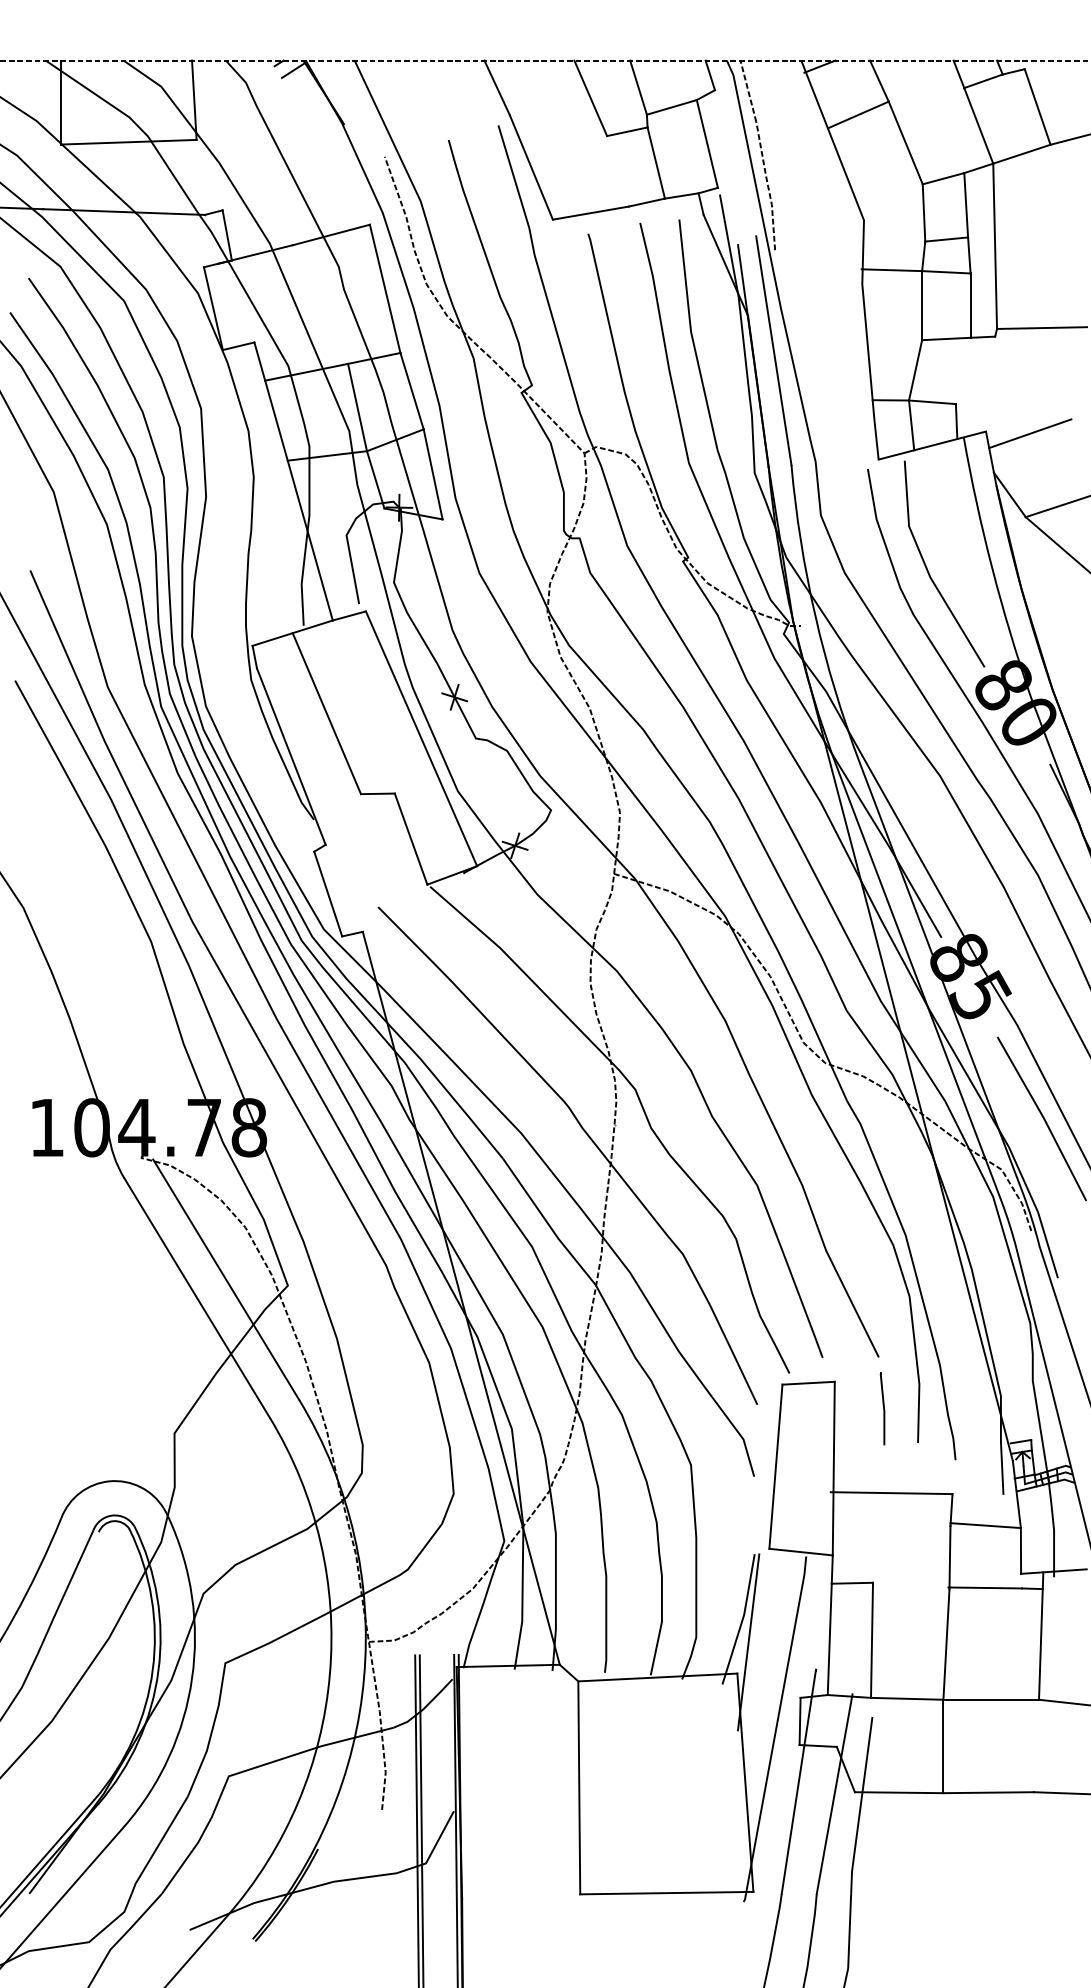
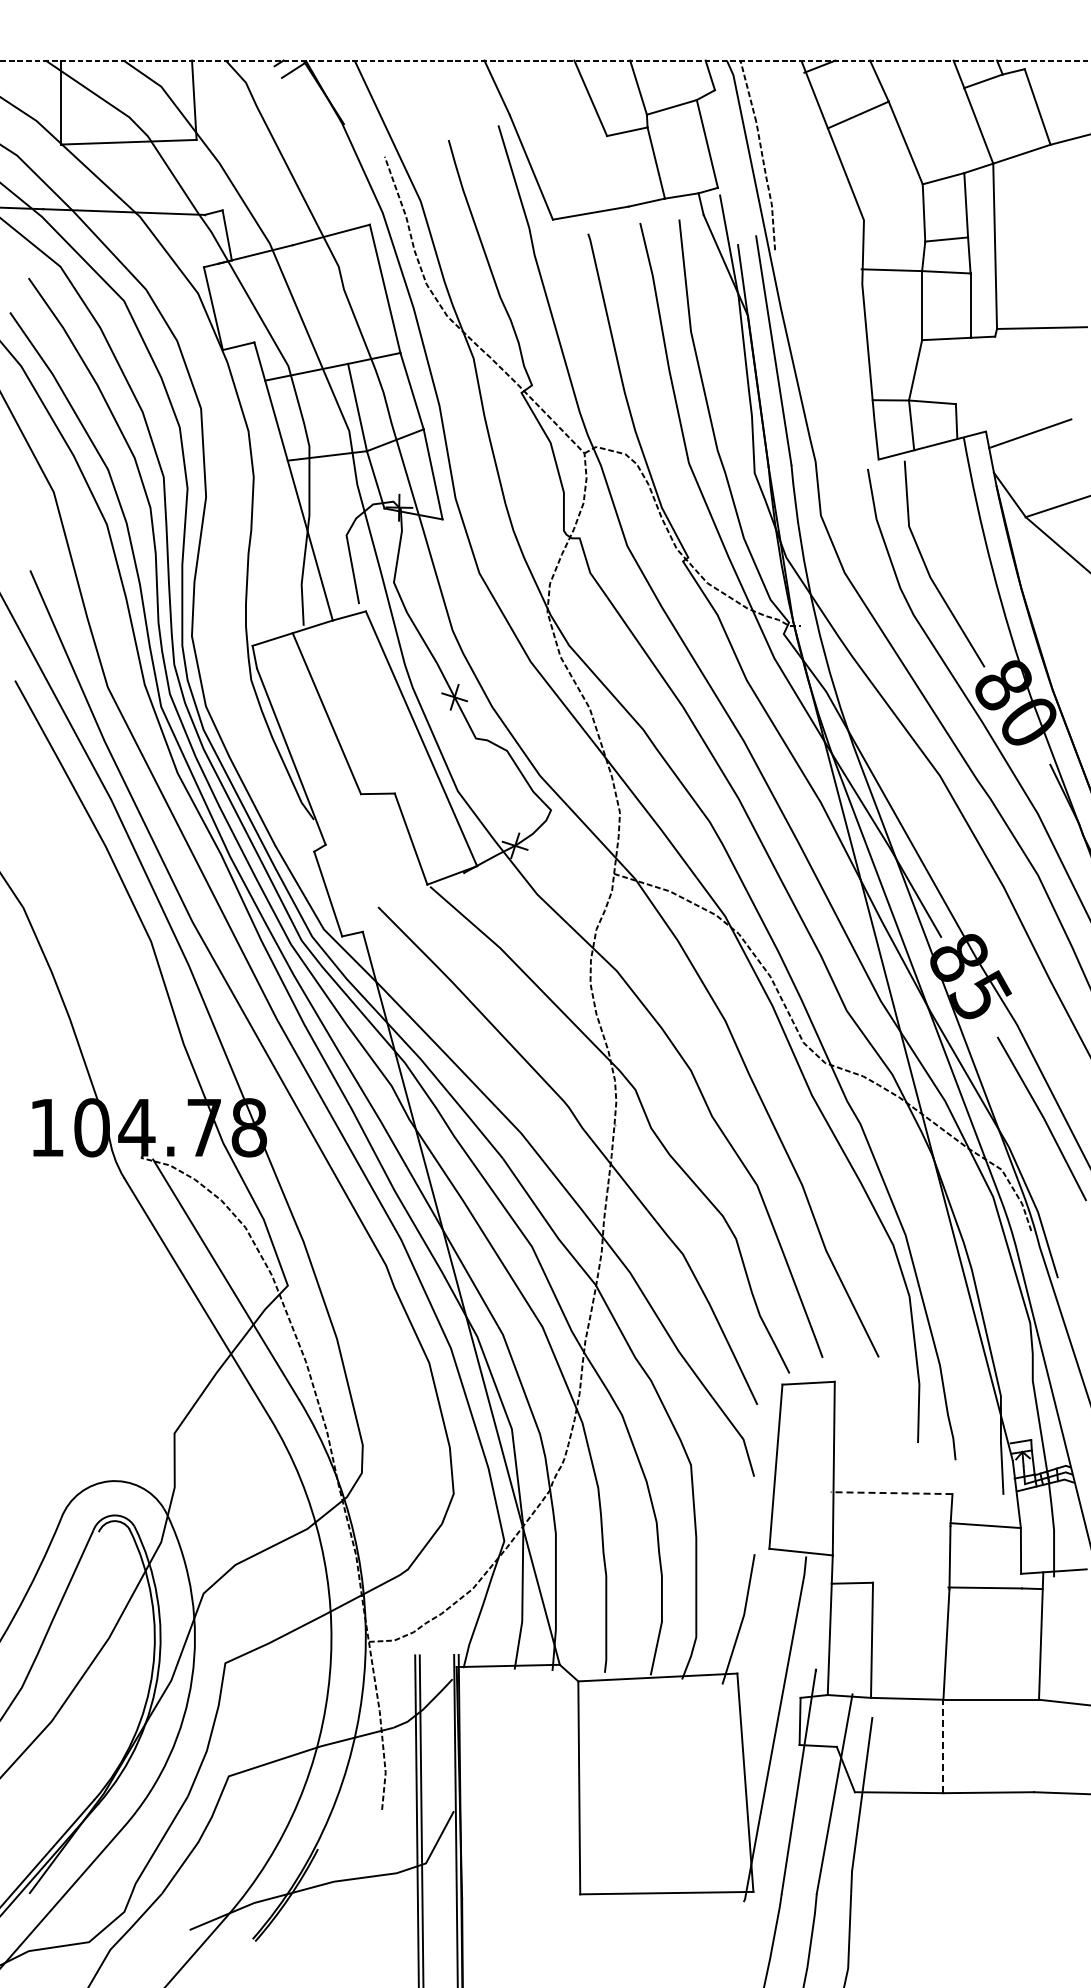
part at (882, 1408): present -> none
line at (891, 1493): solid -> dashed
line at (748, 1642): present -> none
line at (943, 1746): solid -> dashed
